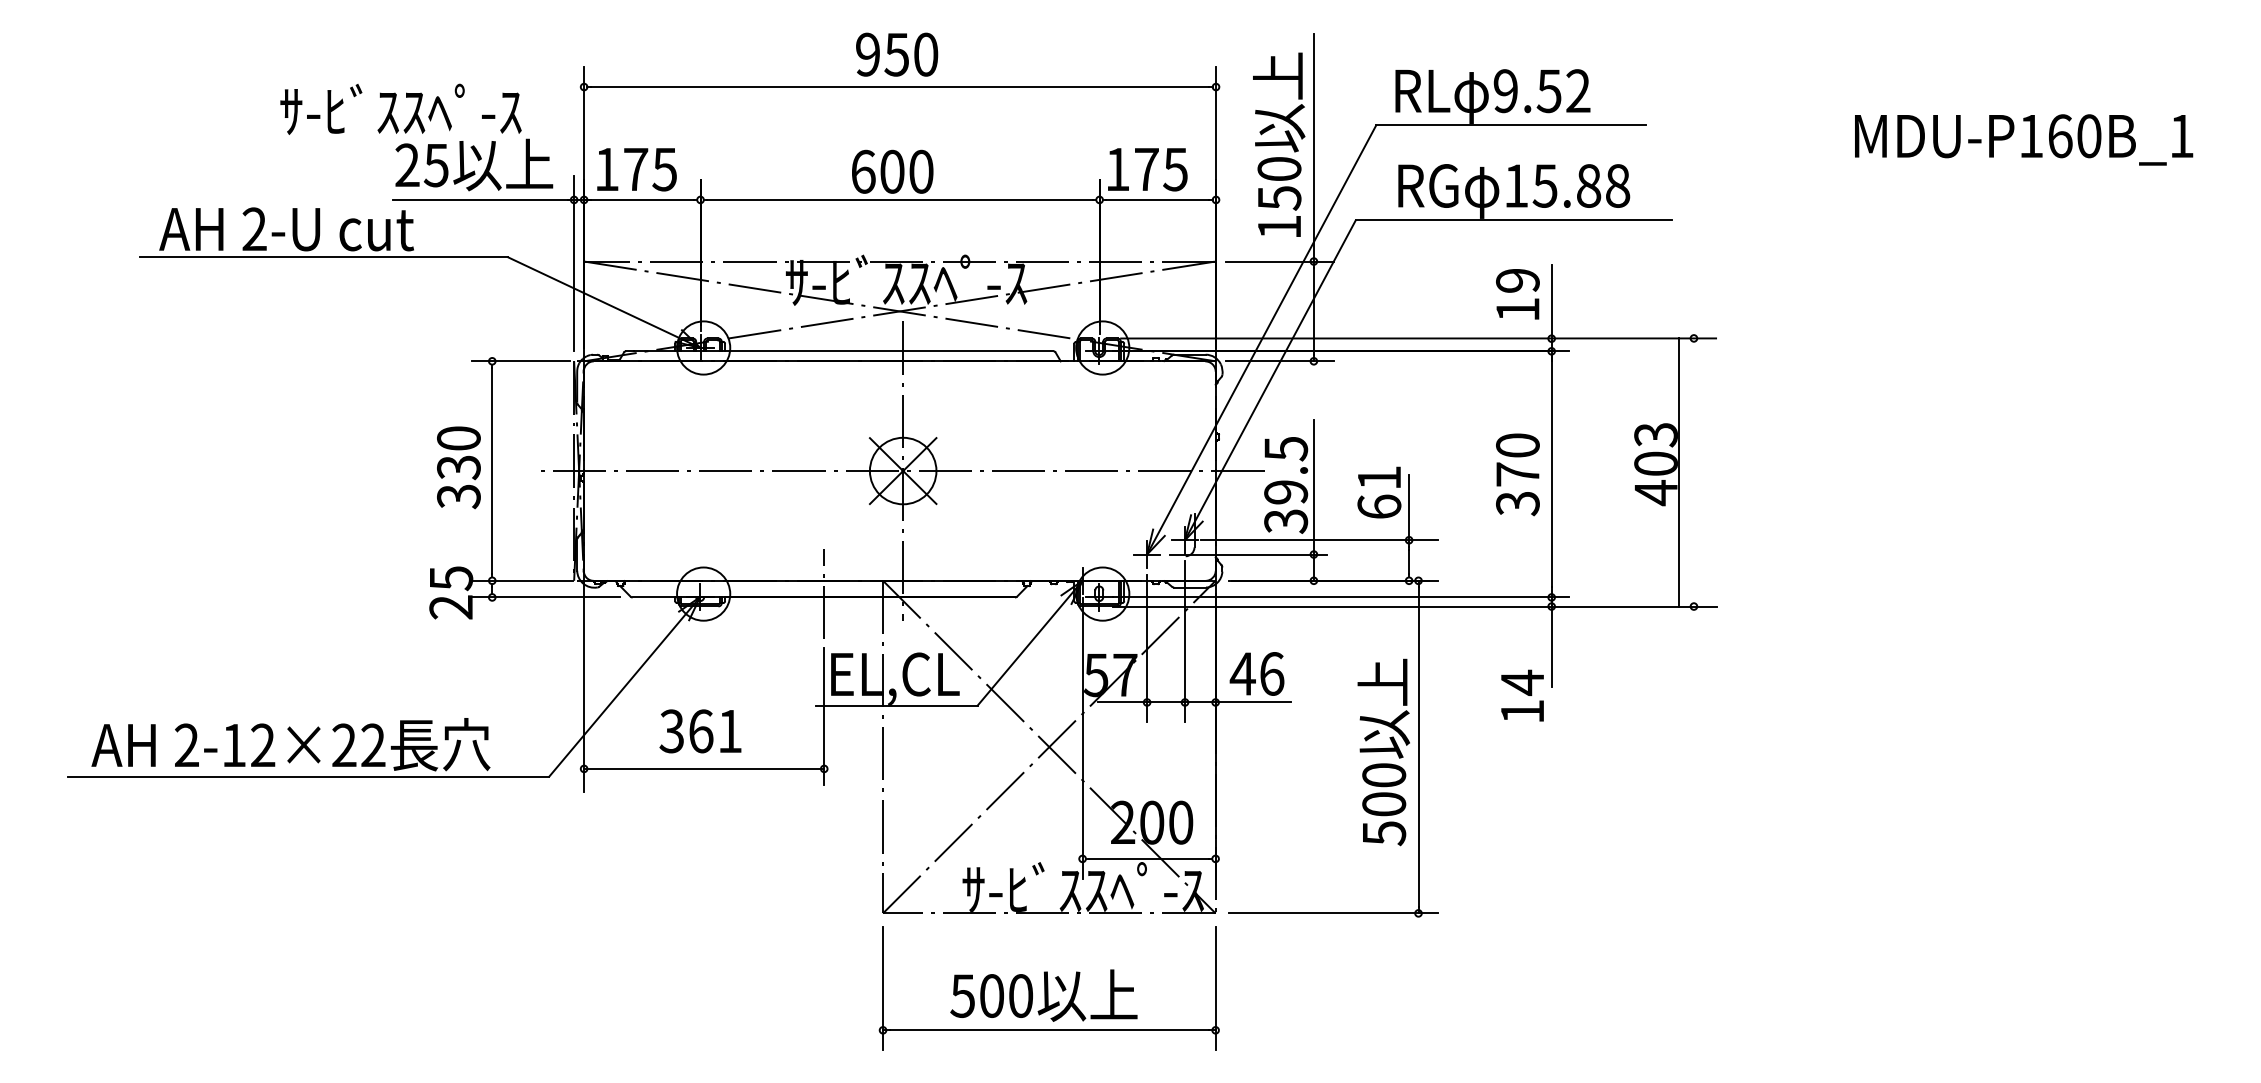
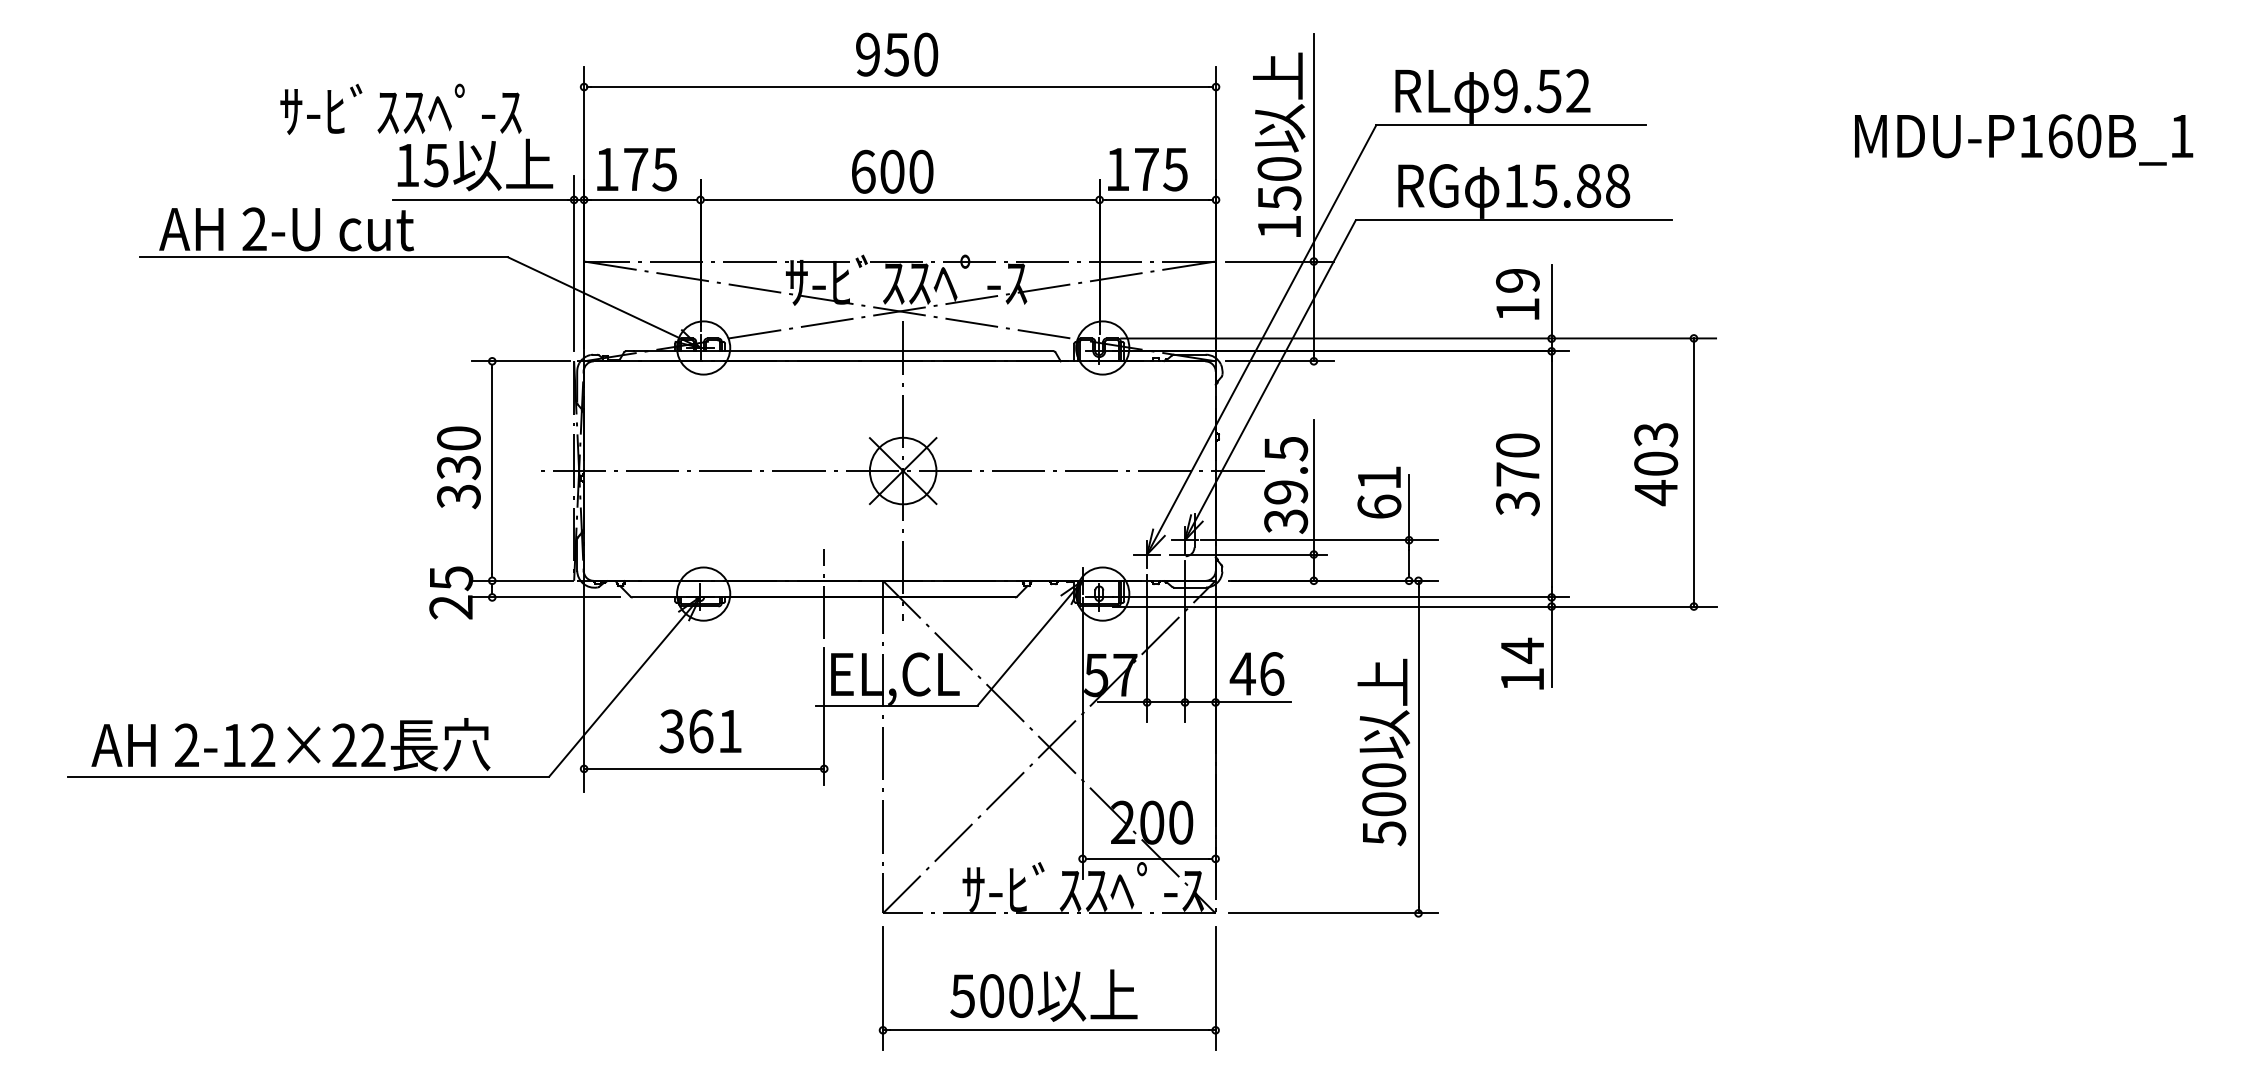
text at (407, 164): 25 -> 15
line at (1678, 472) position: (1678, 472) -> (1693, 472)
text at (1522, 695) position: (1522, 695) -> (1522, 663)
